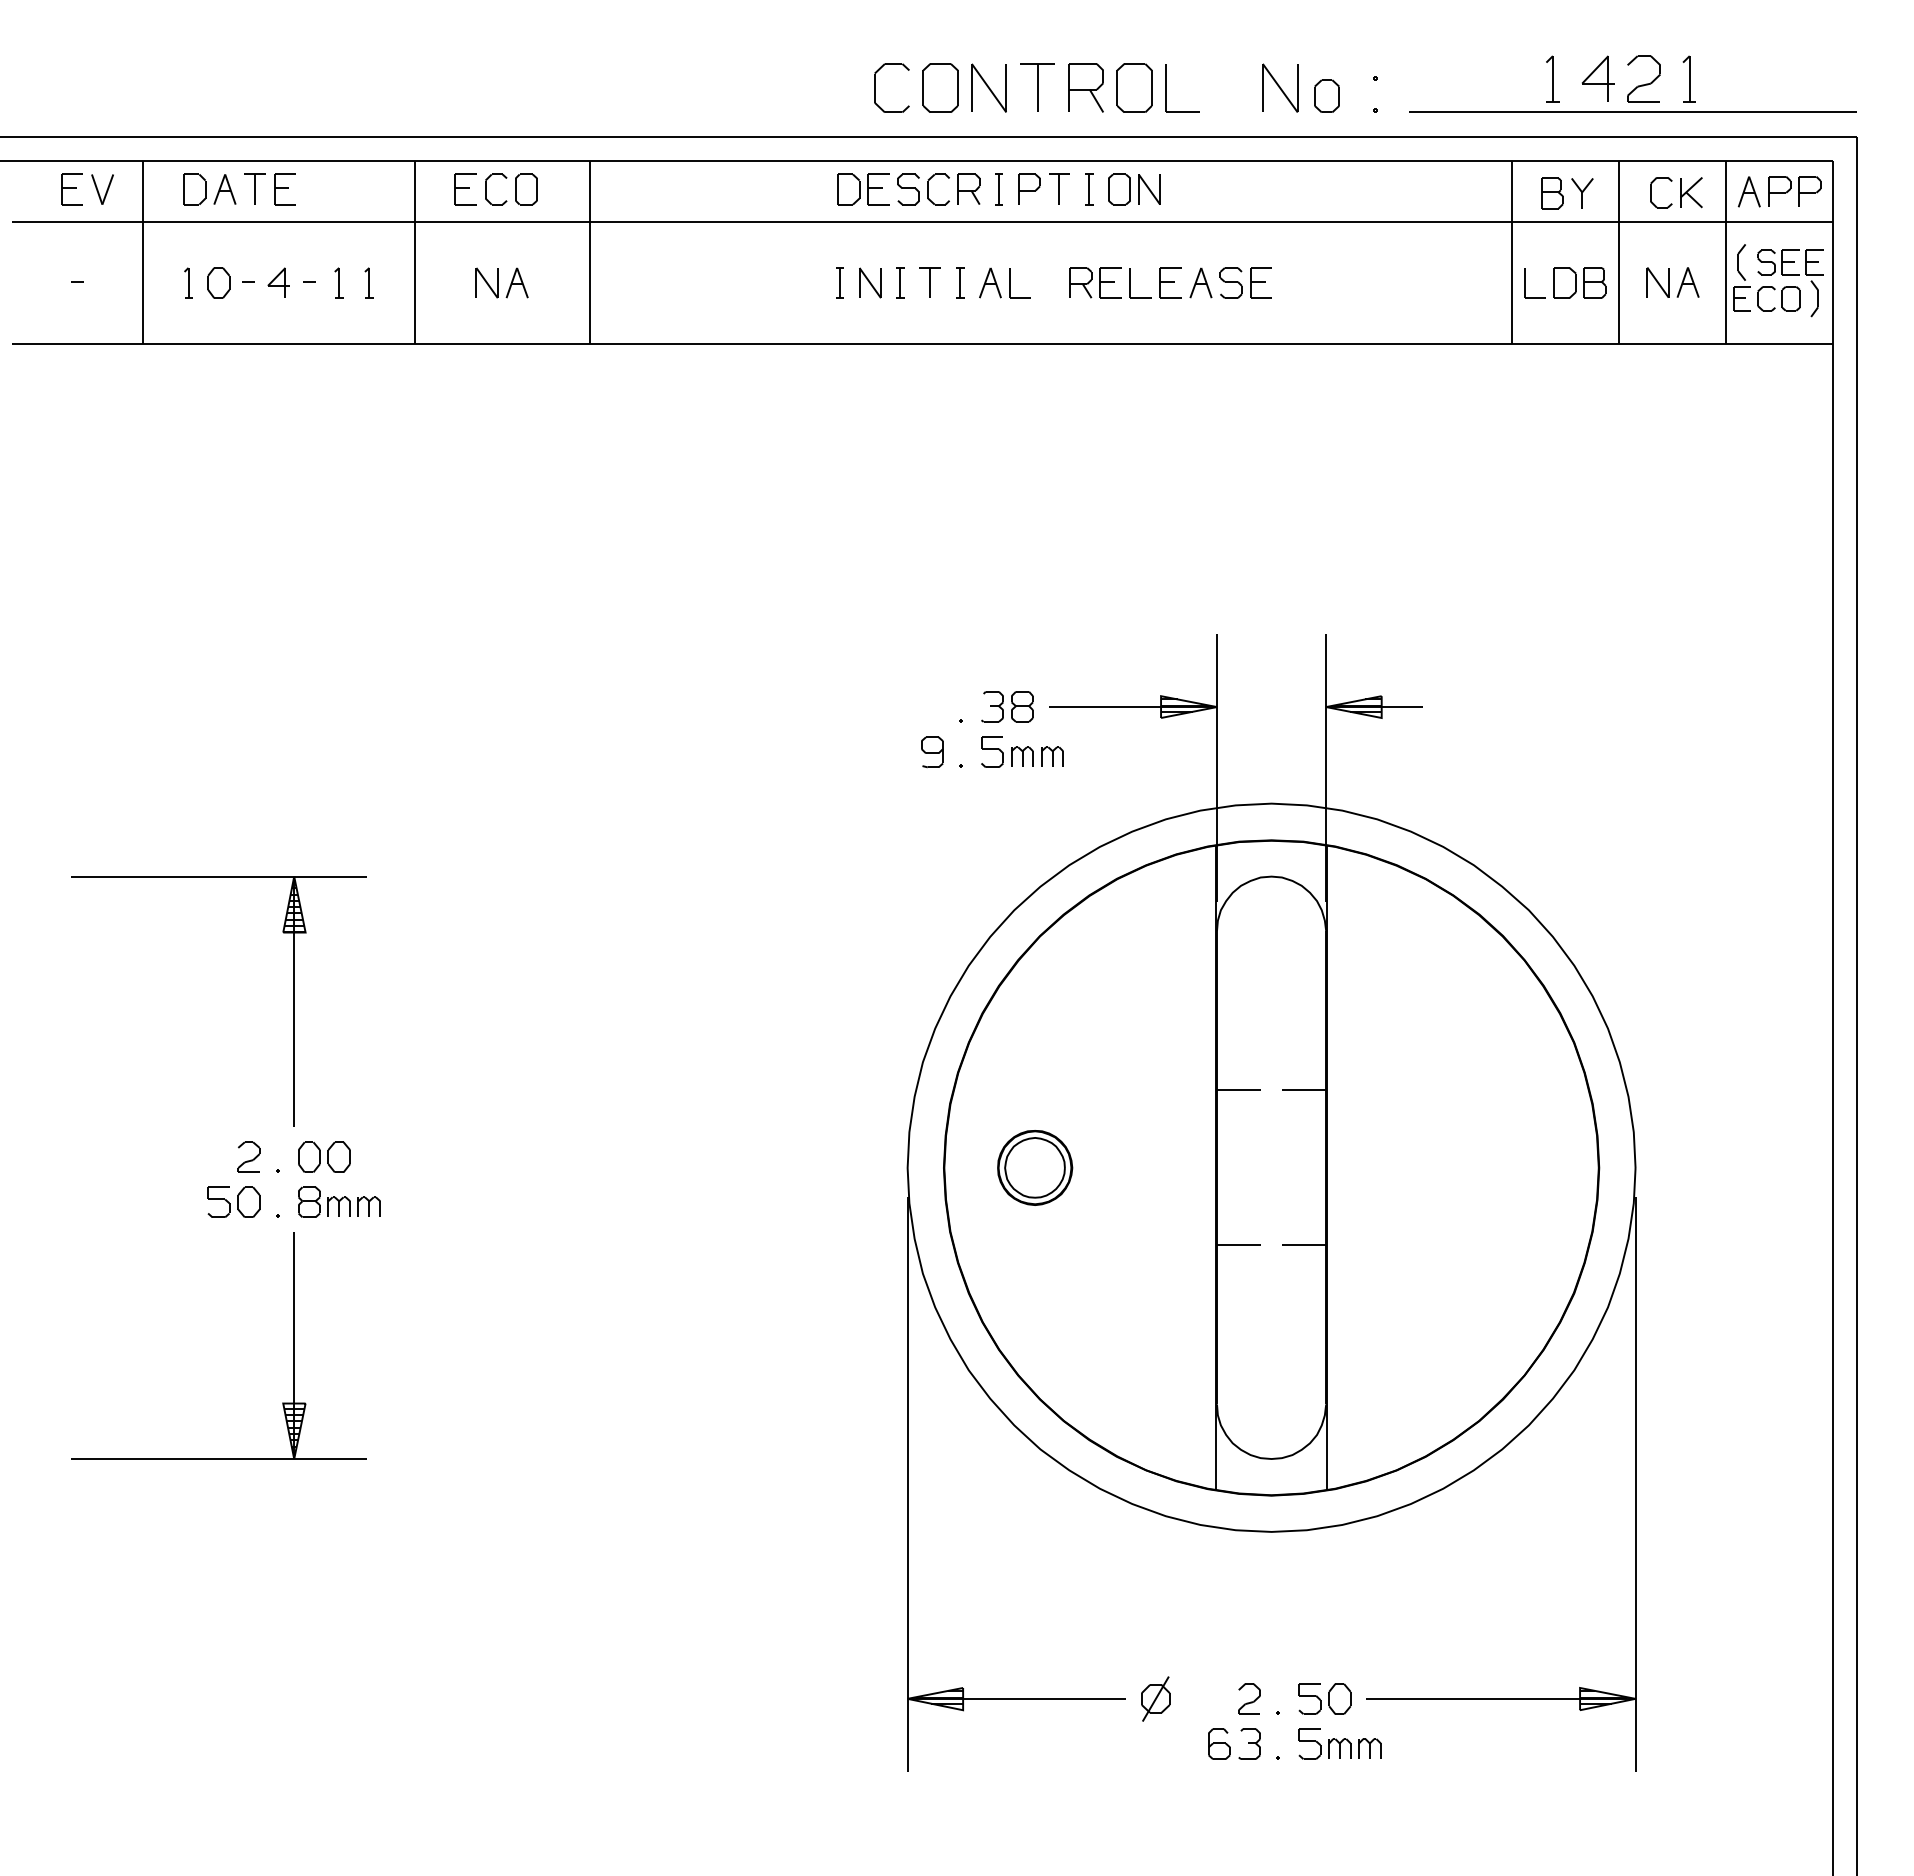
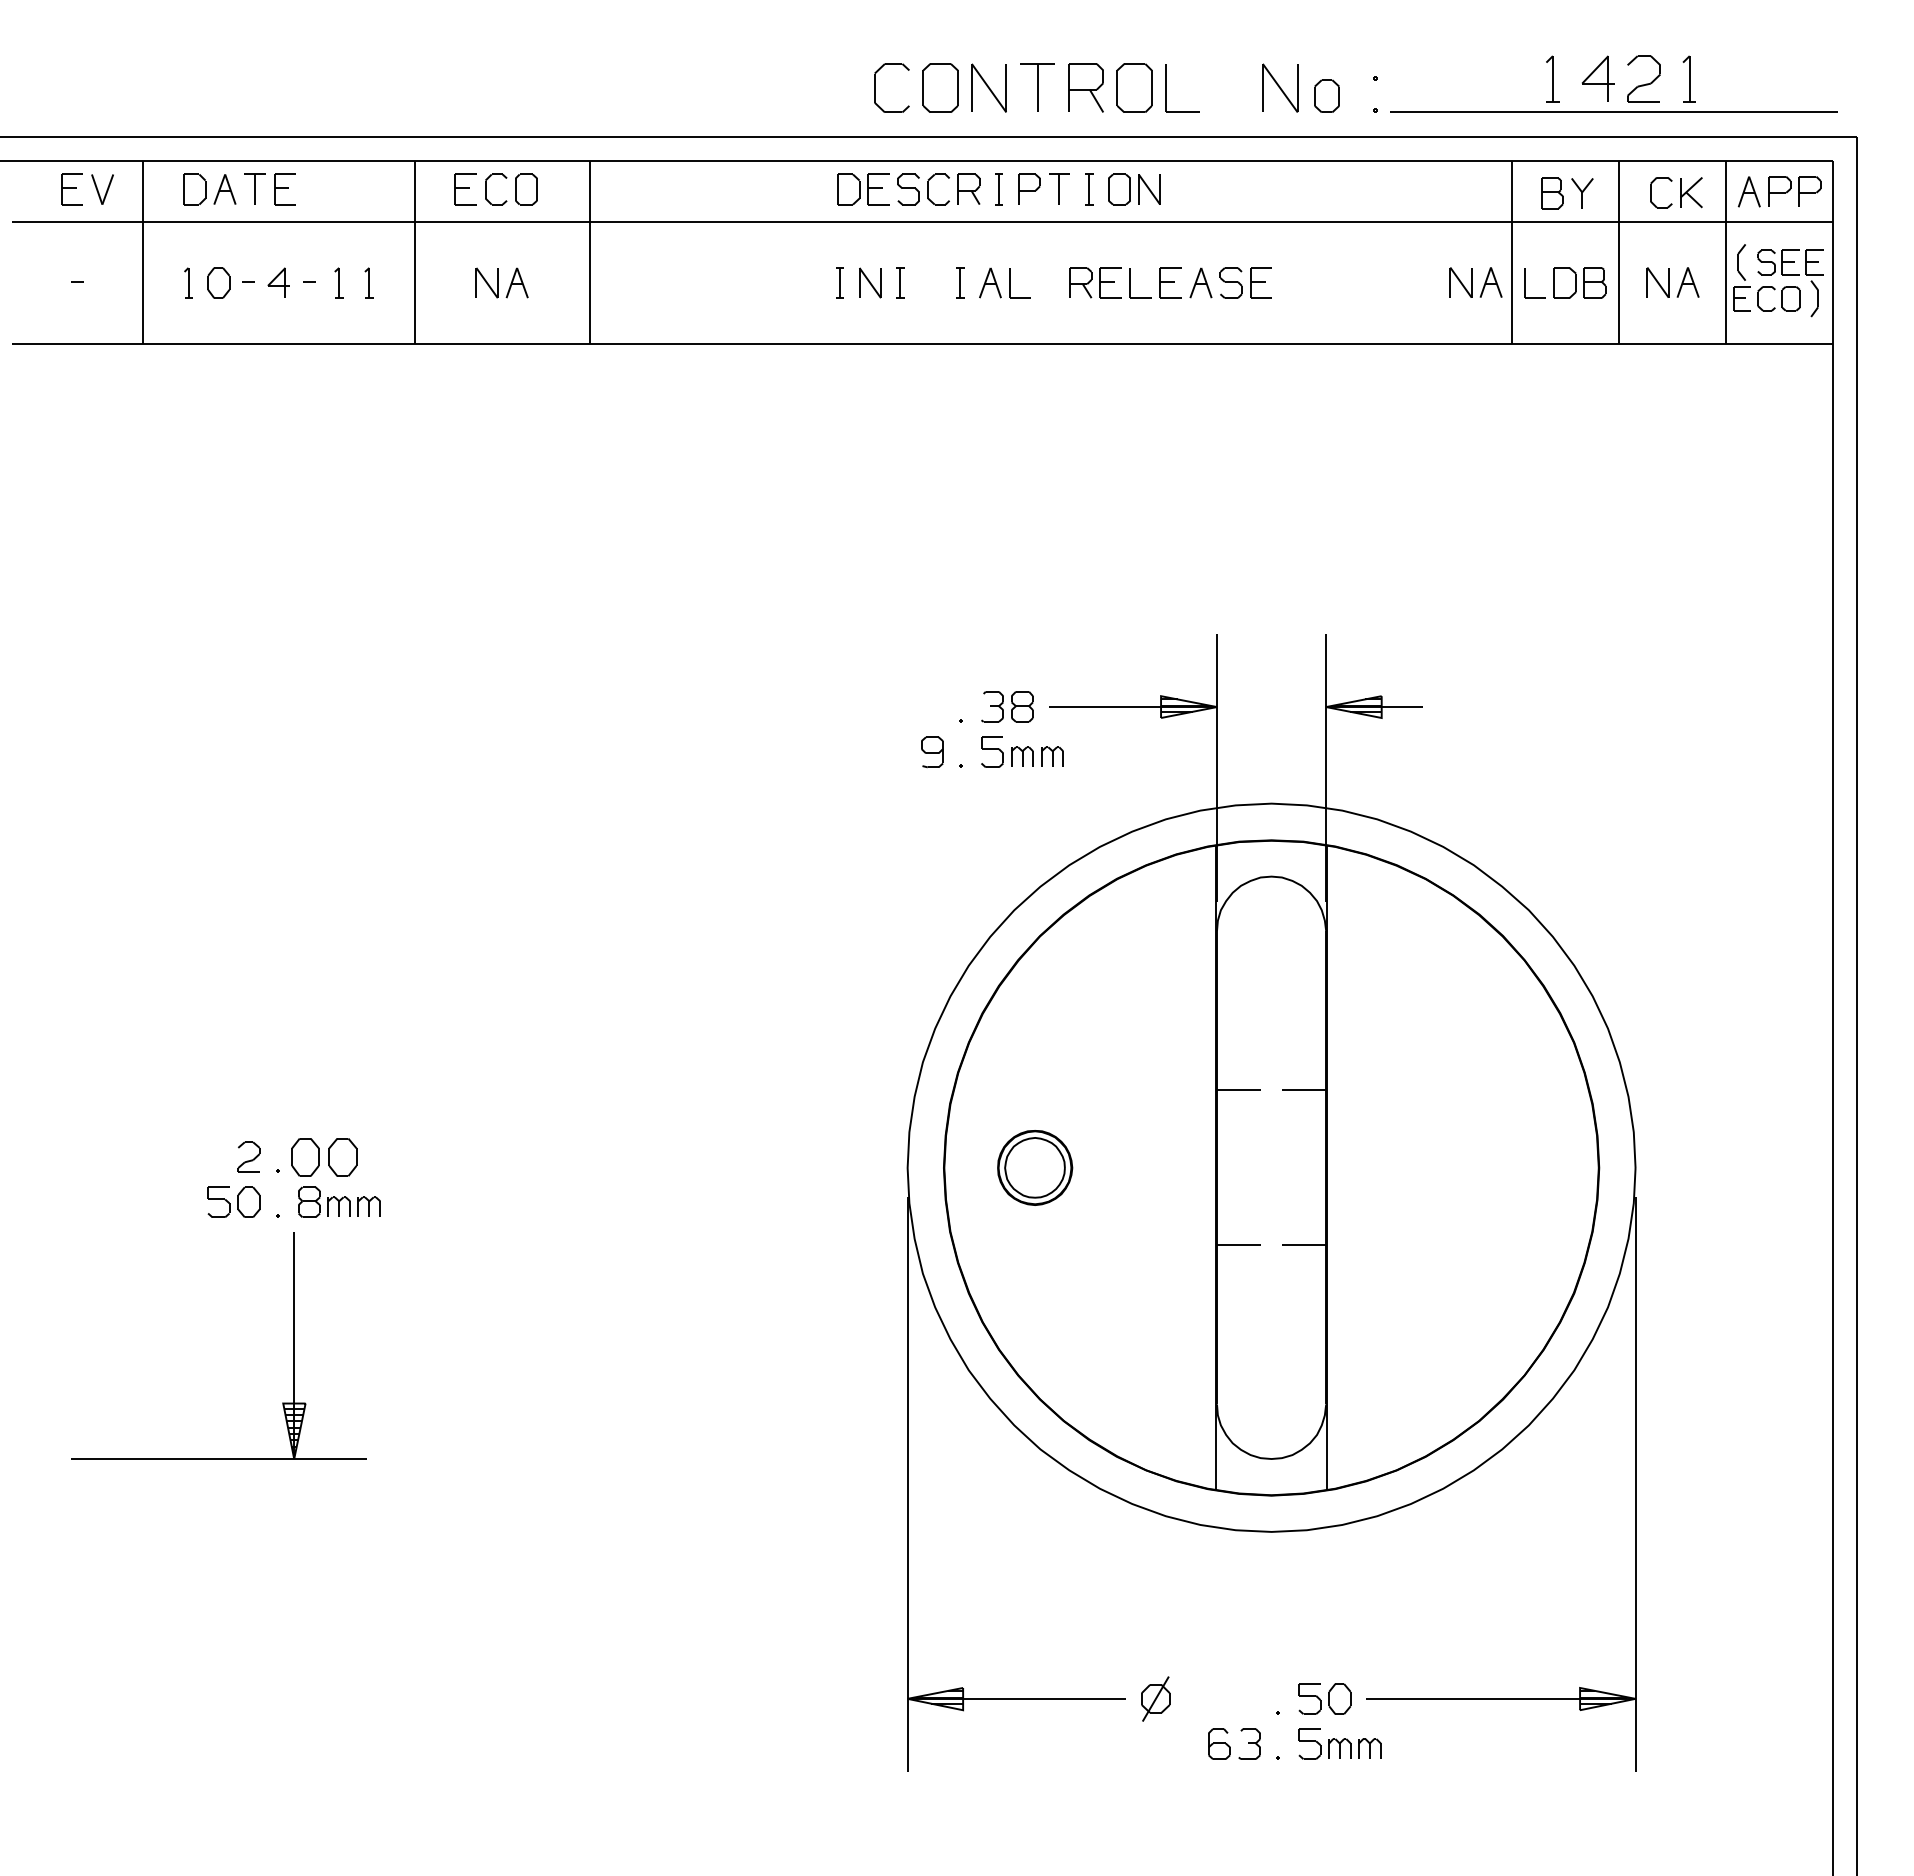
line at (1632, 111) position: (1632, 111) -> (1613, 111)
part at (929, 282): present -> none
part at (1475, 282): none -> present
part at (293, 1001): present -> none
part at (324, 1156) size: 53x32 px -> 67x39 px
part at (1249, 1698): present -> none
